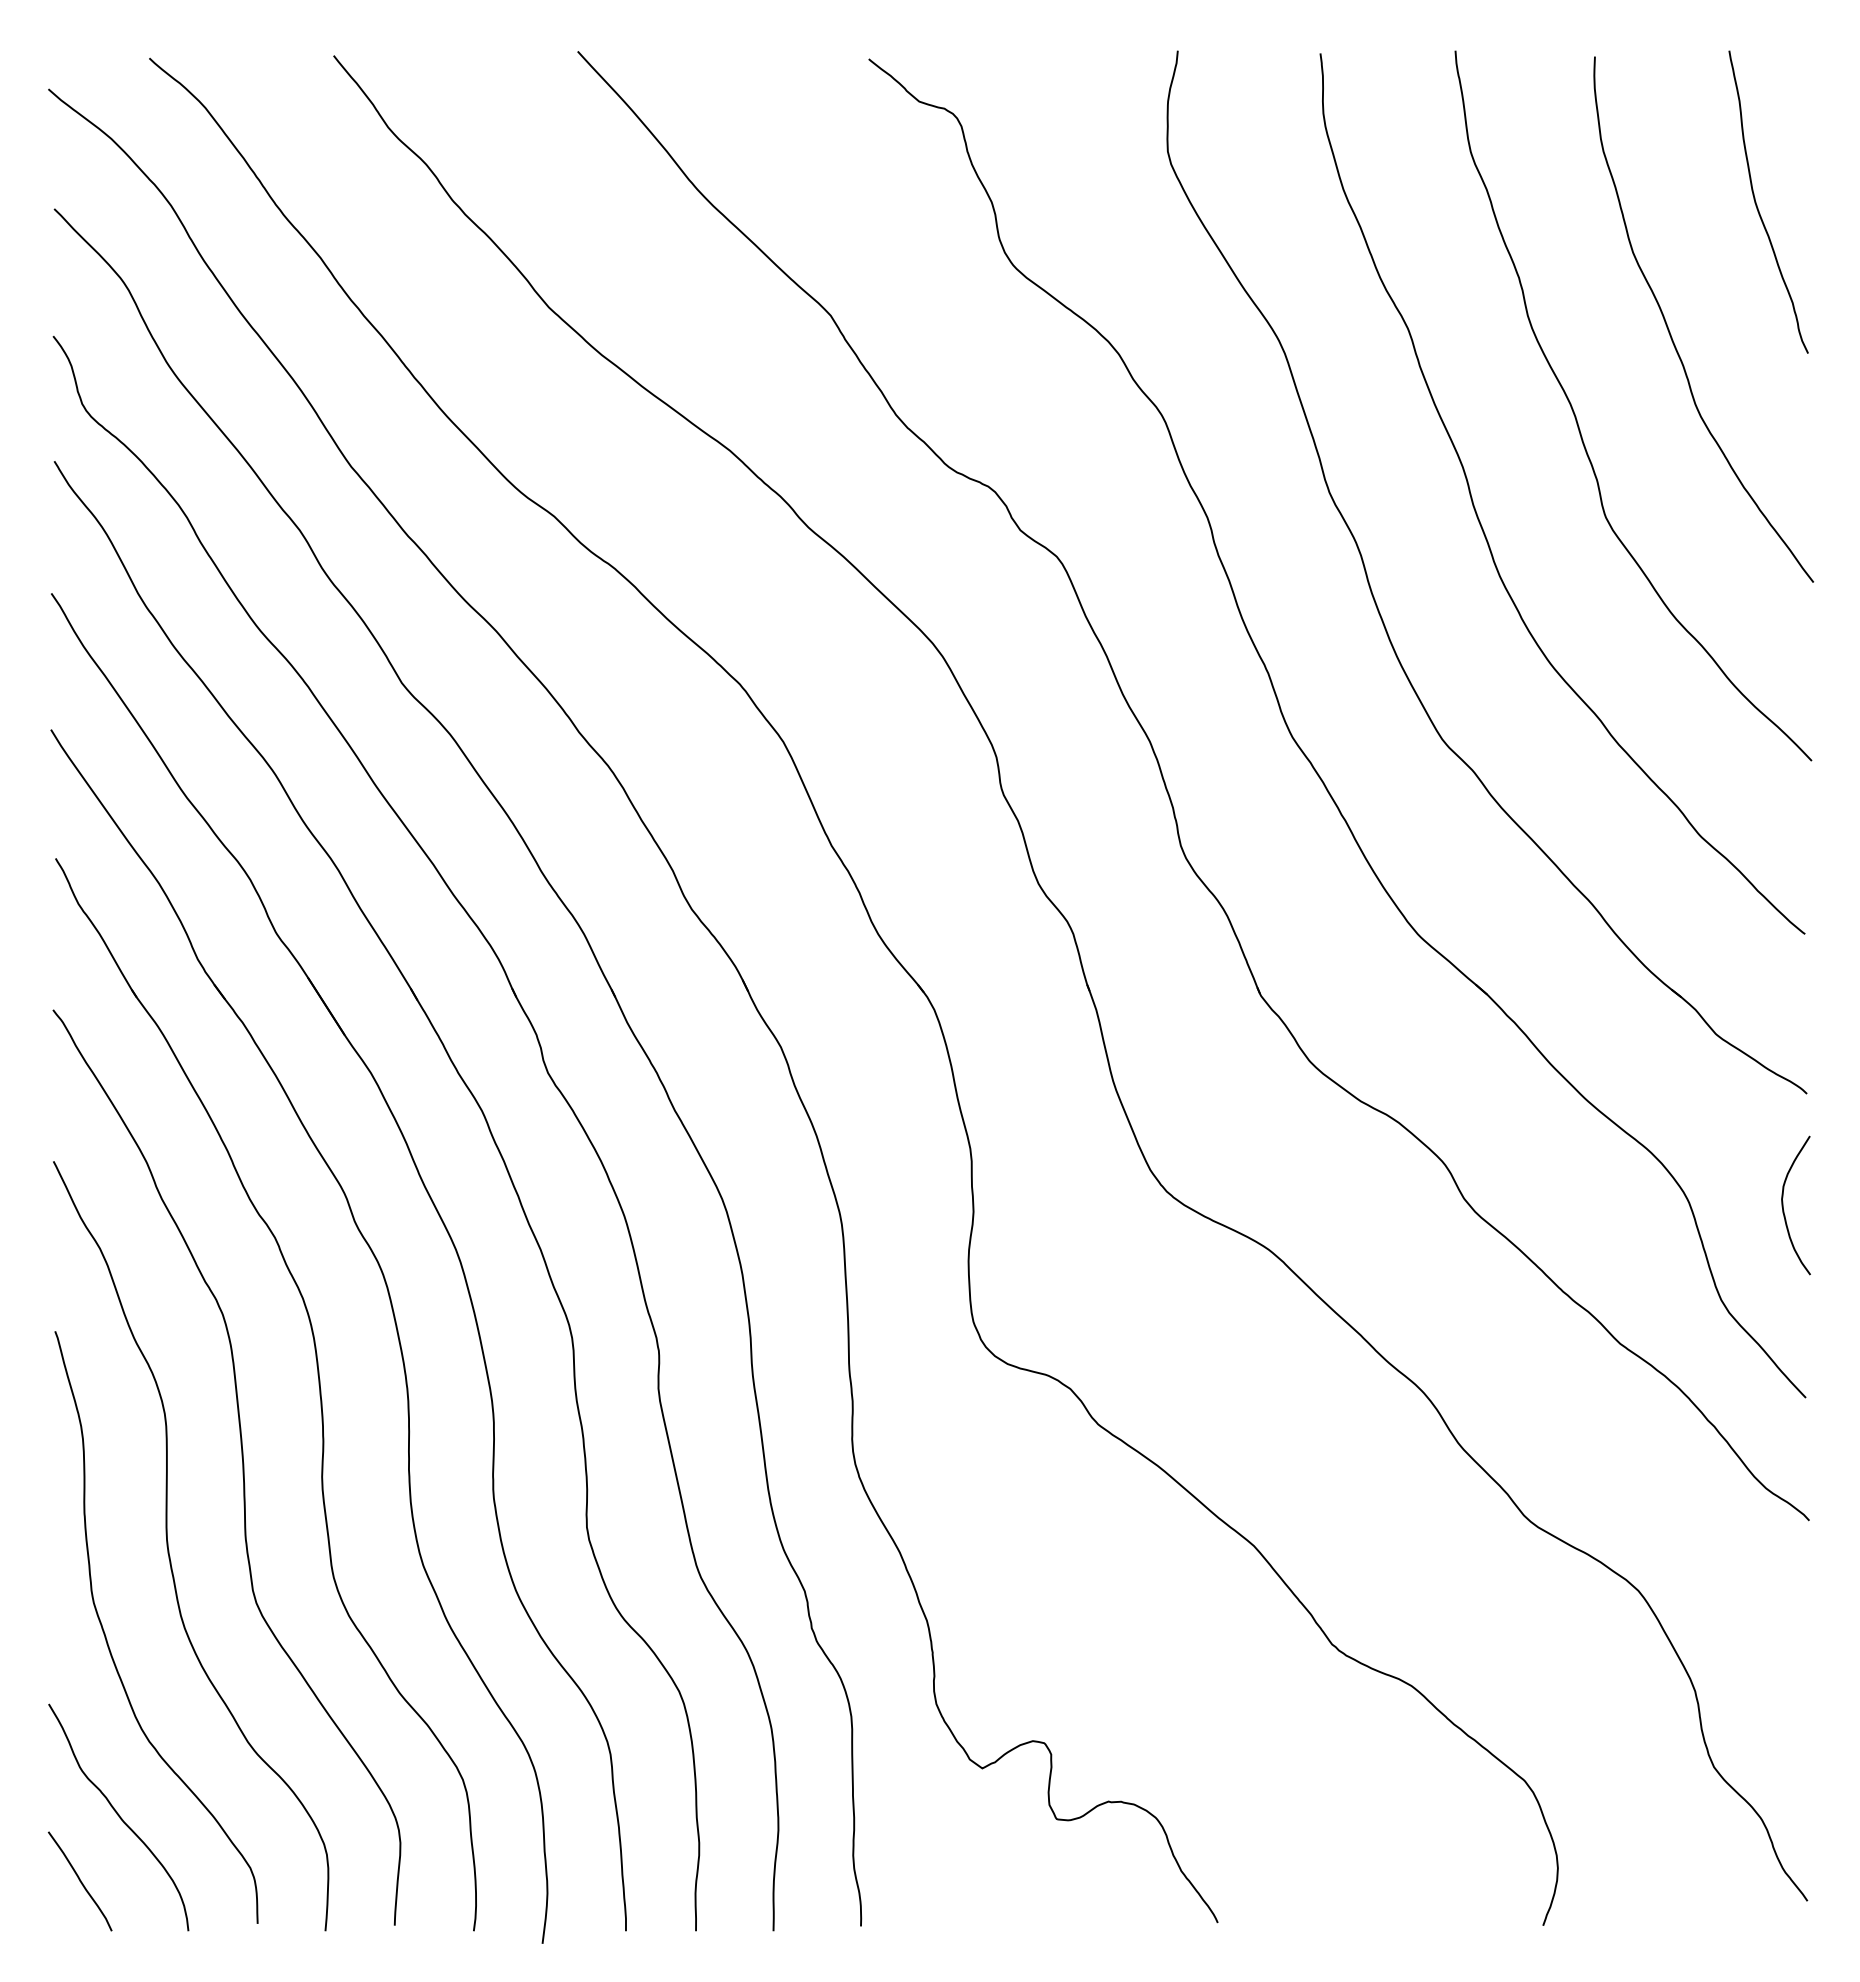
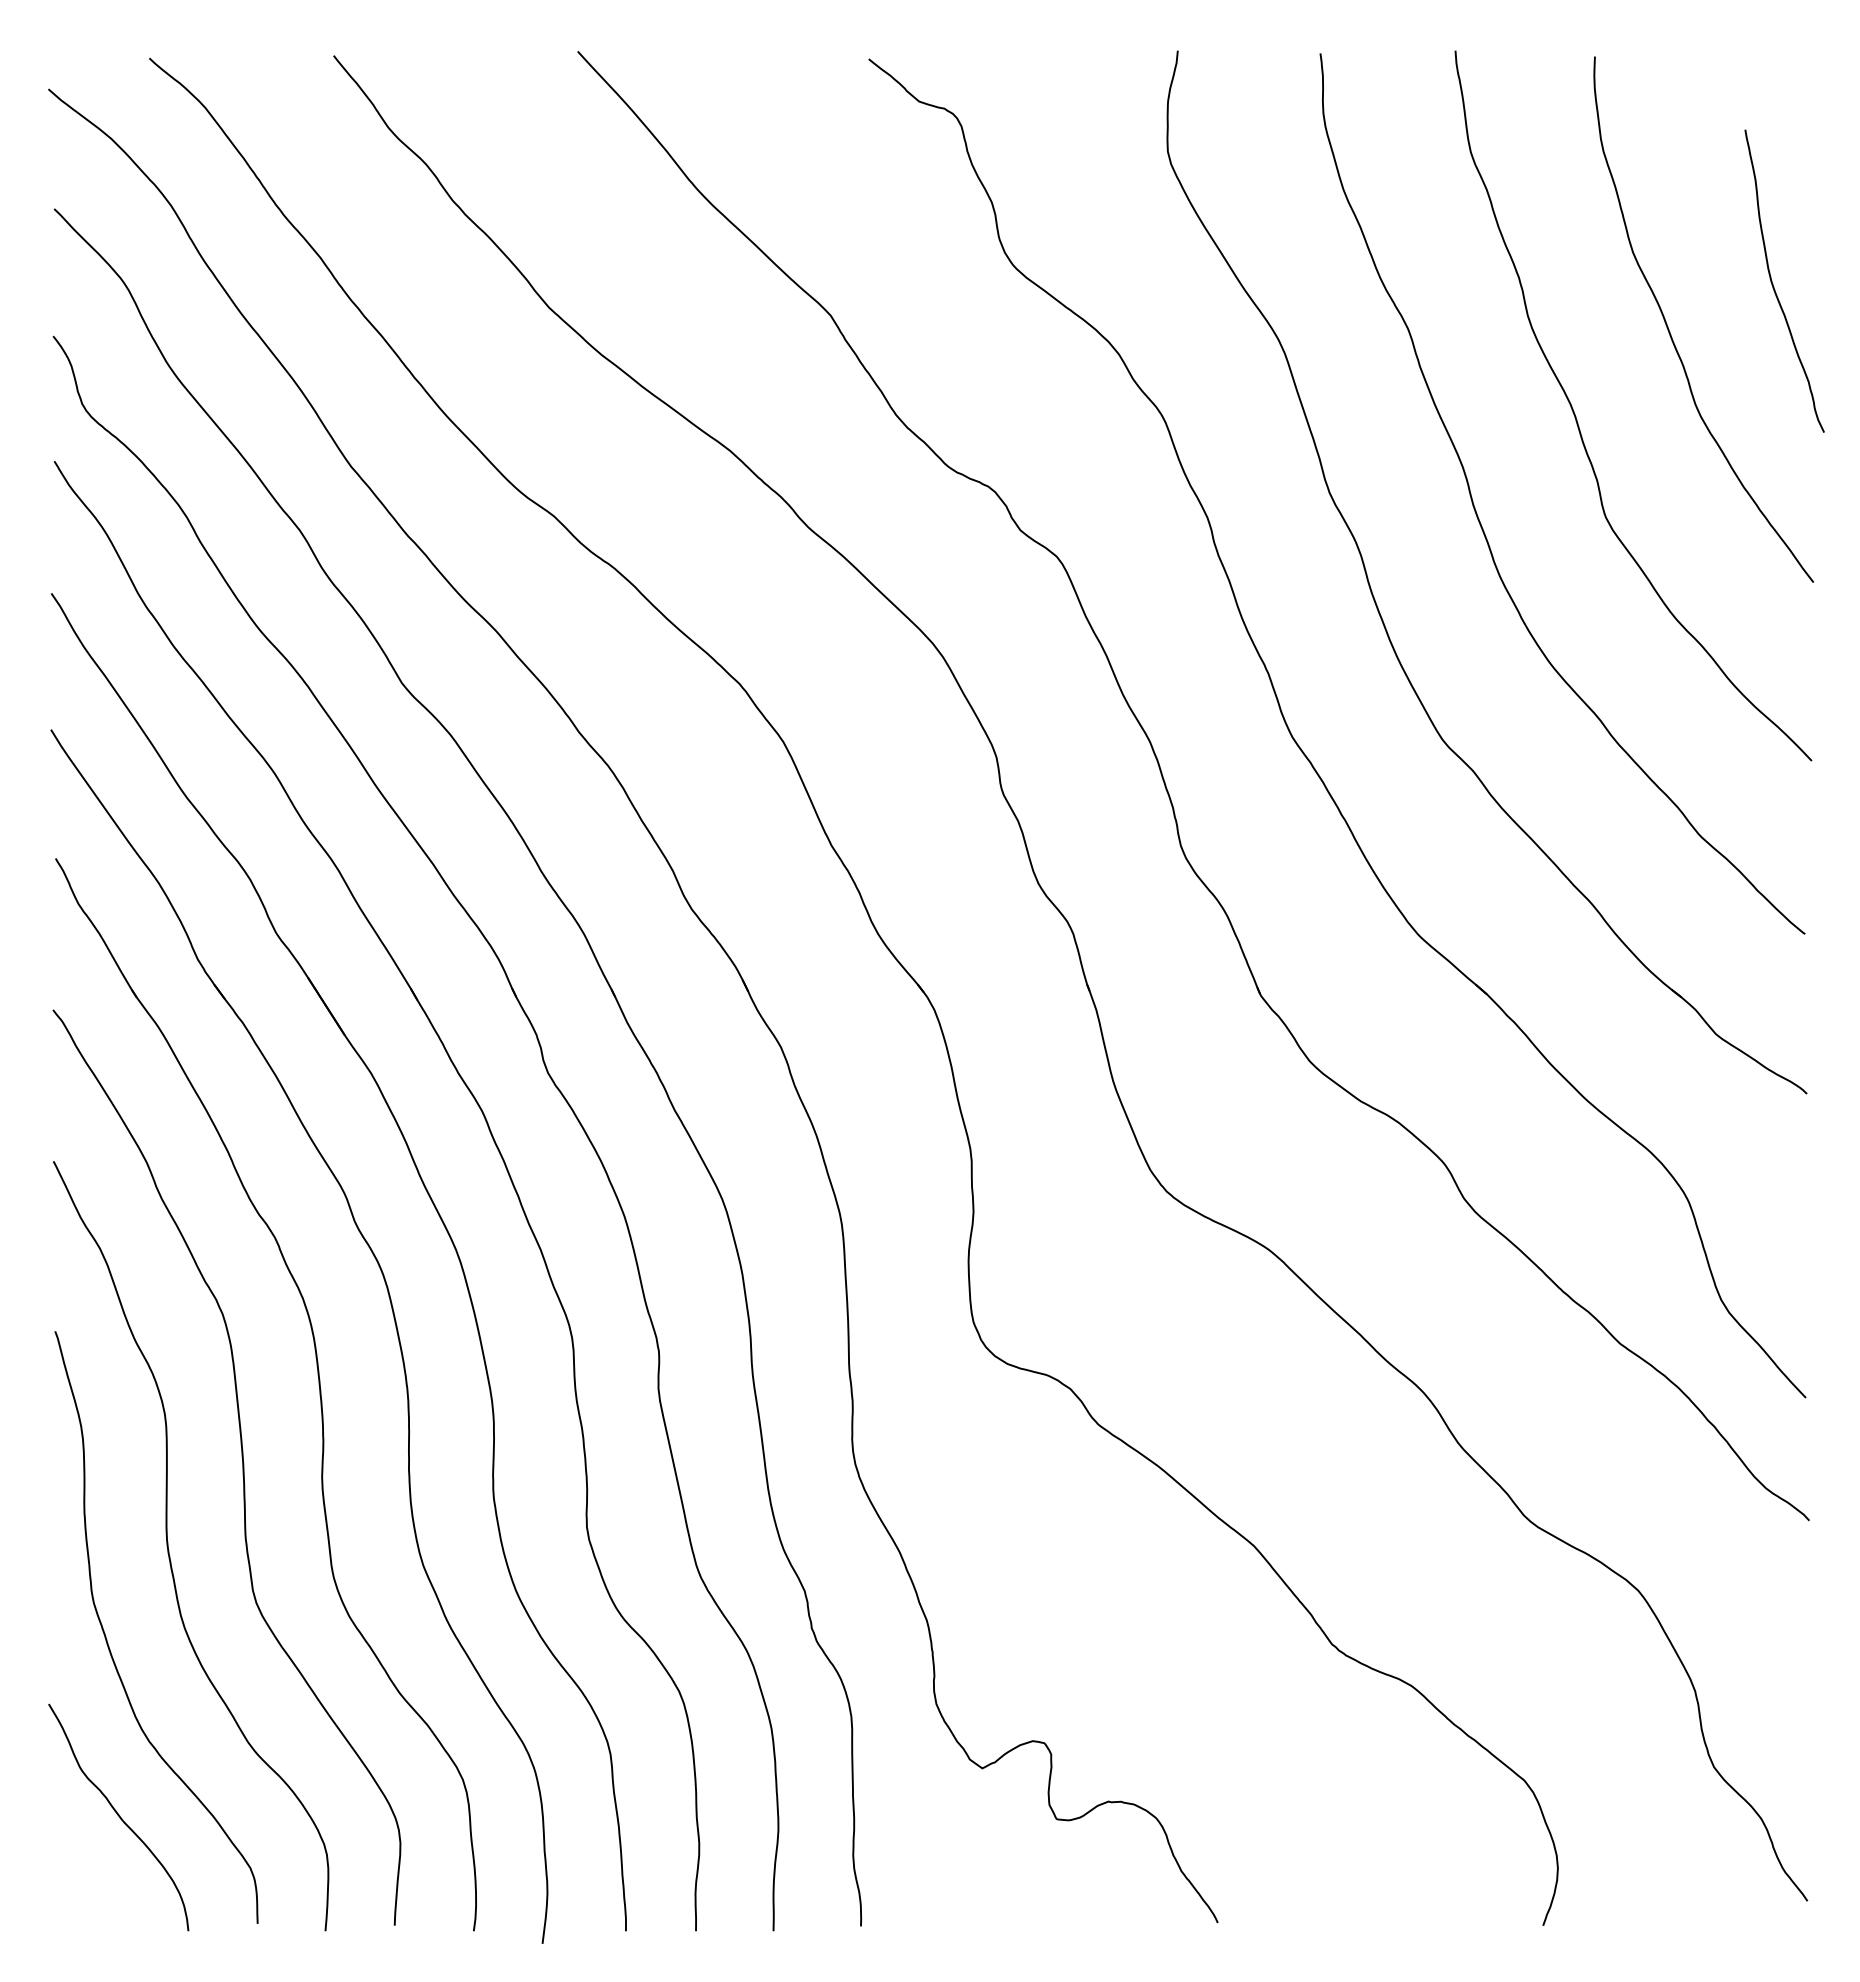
curve at (1757, 204) position: (1757, 204) -> (1773, 283)
curve at (1783, 1205): present -> none
curve at (79, 1881): present -> none
